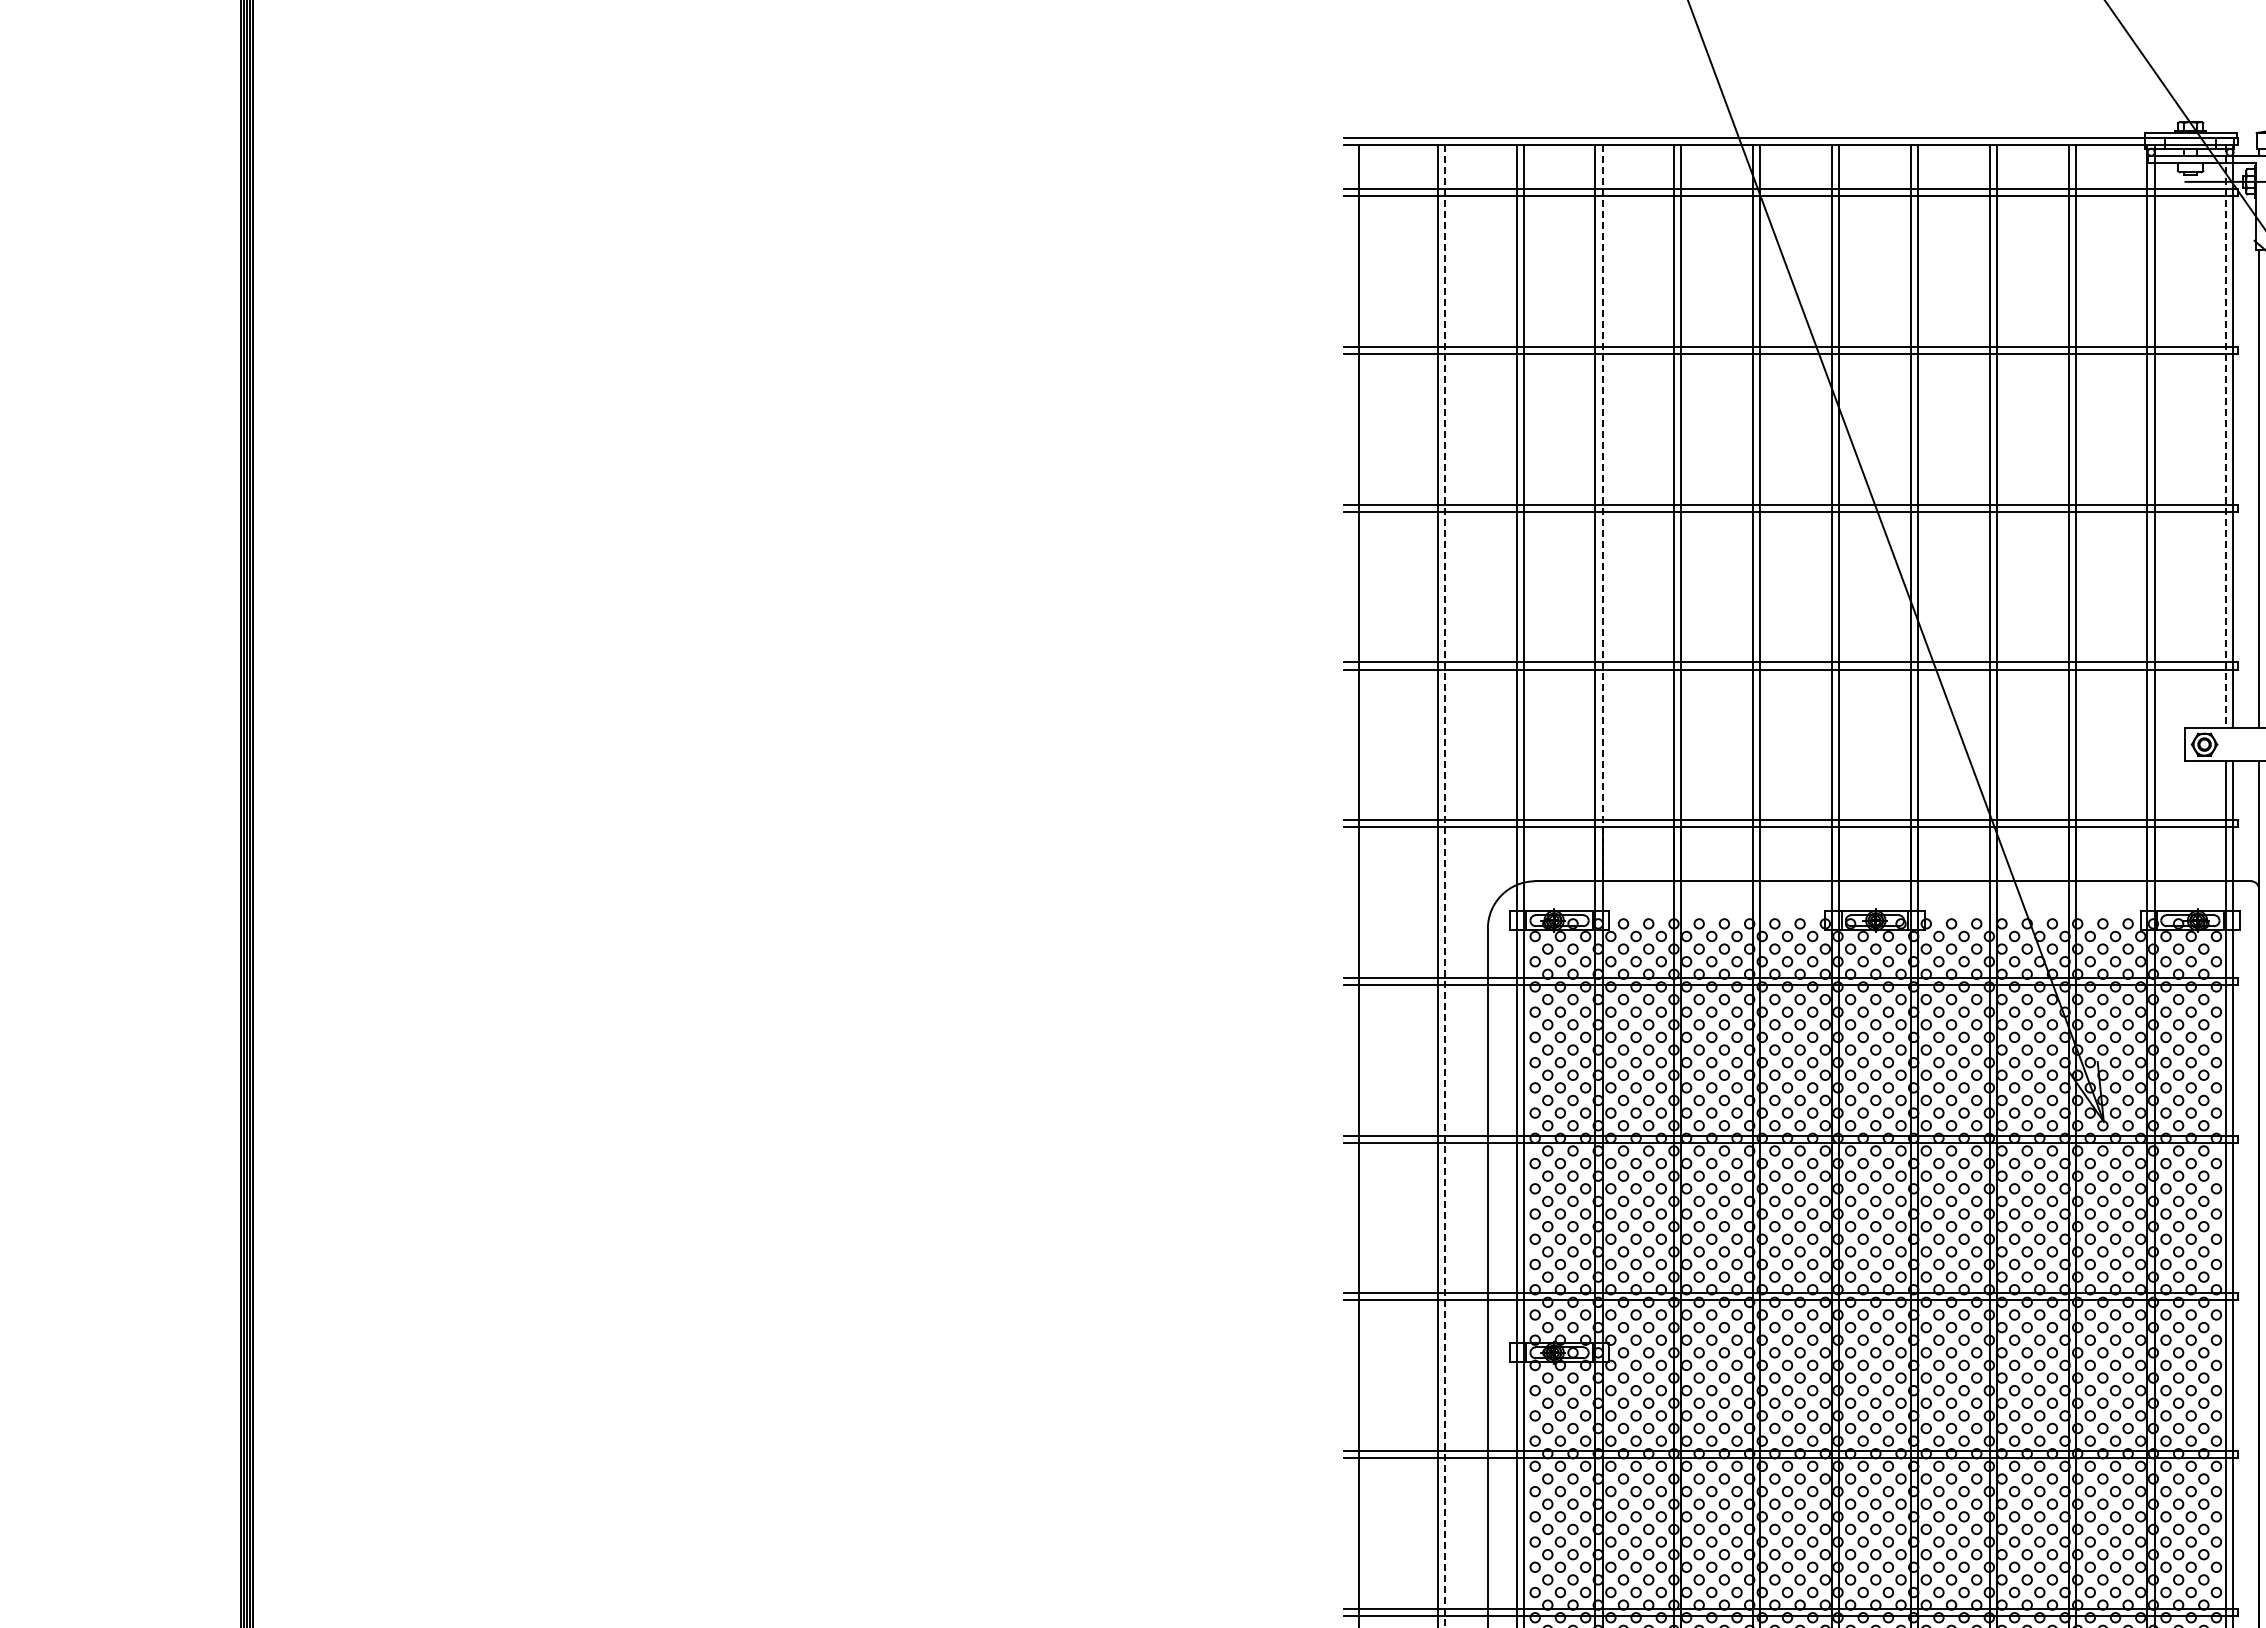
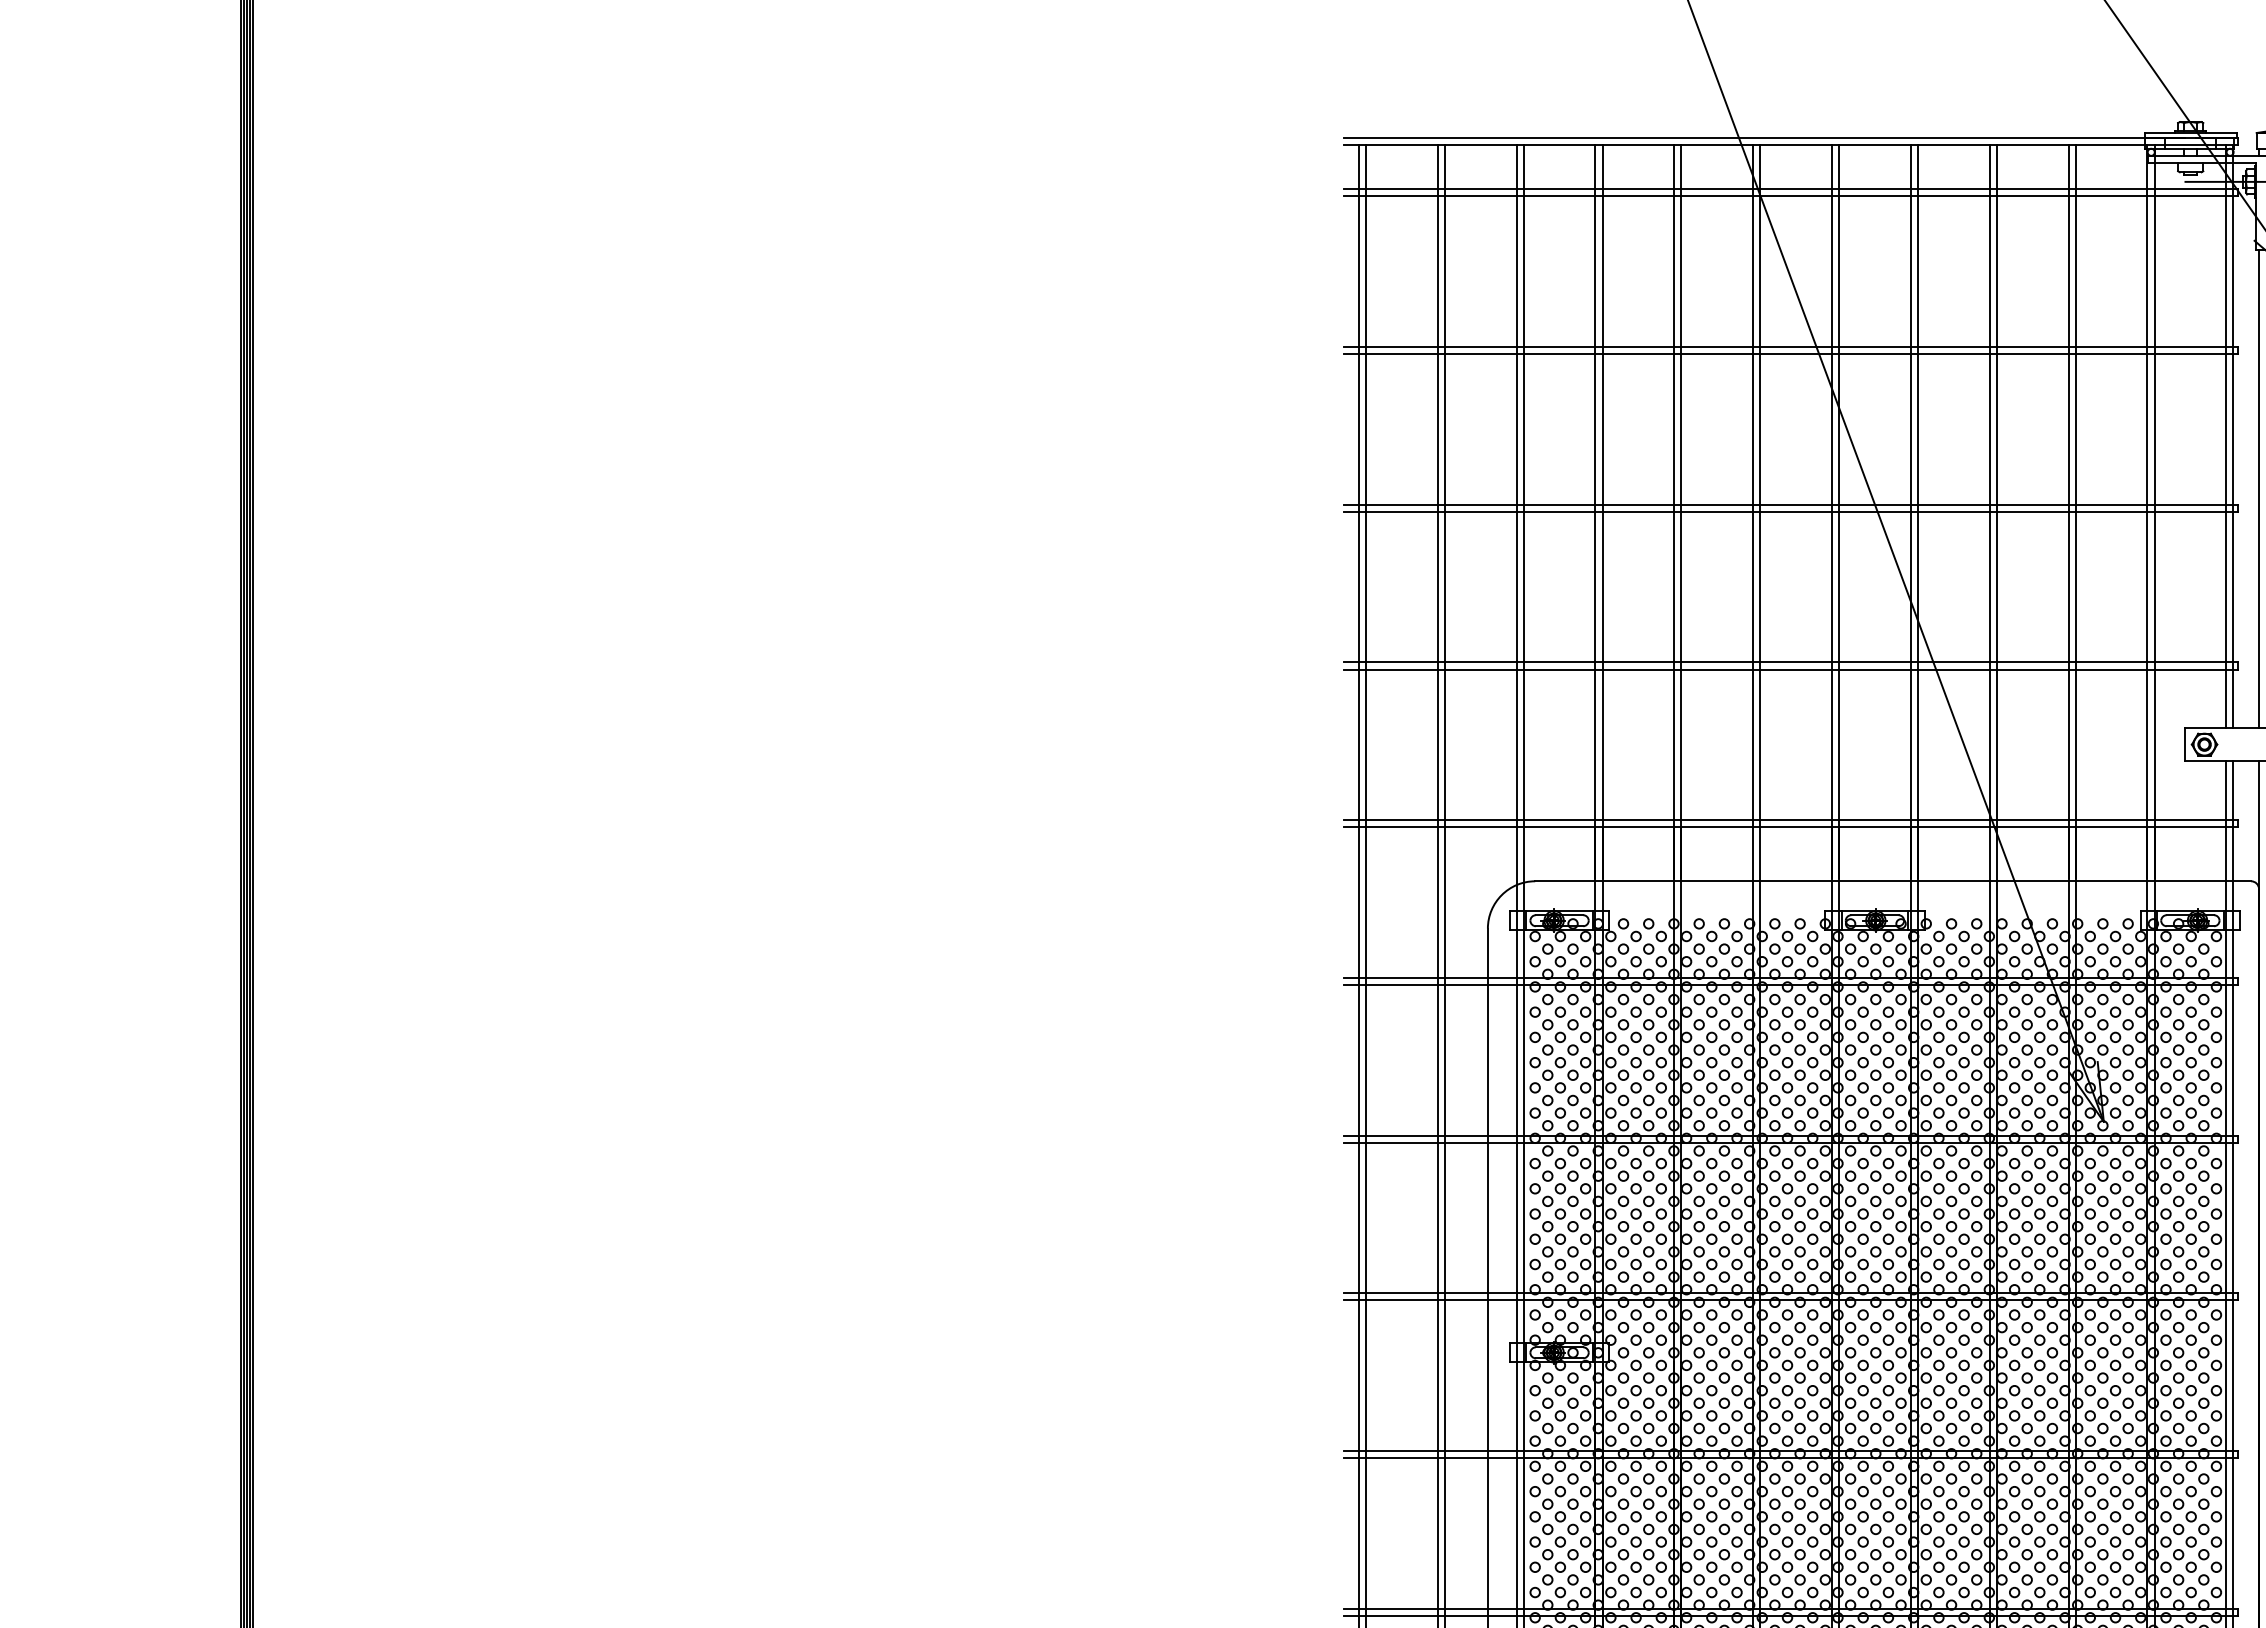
line at (2226, 436): dashed -> solid
line at (1602, 511): dashed -> solid
line at (1365, 884): none -> present
line at (1444, 886): dashed -> solid
